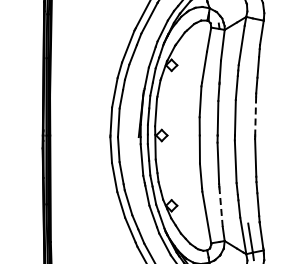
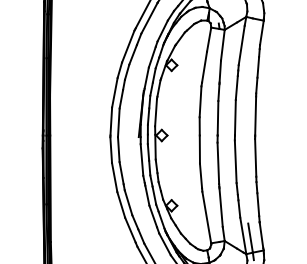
line at (255, 116): dashed -> solid
line at (221, 207): dashed -> solid
